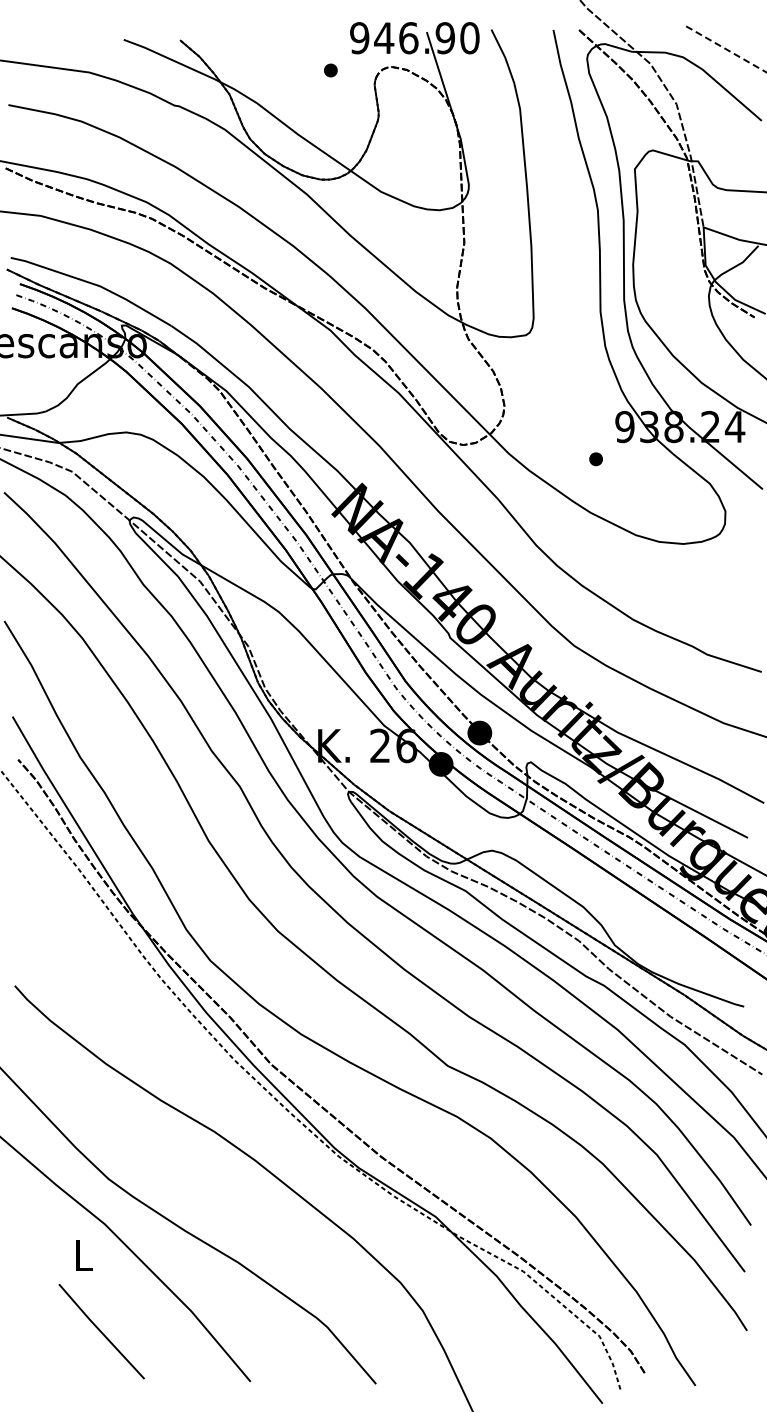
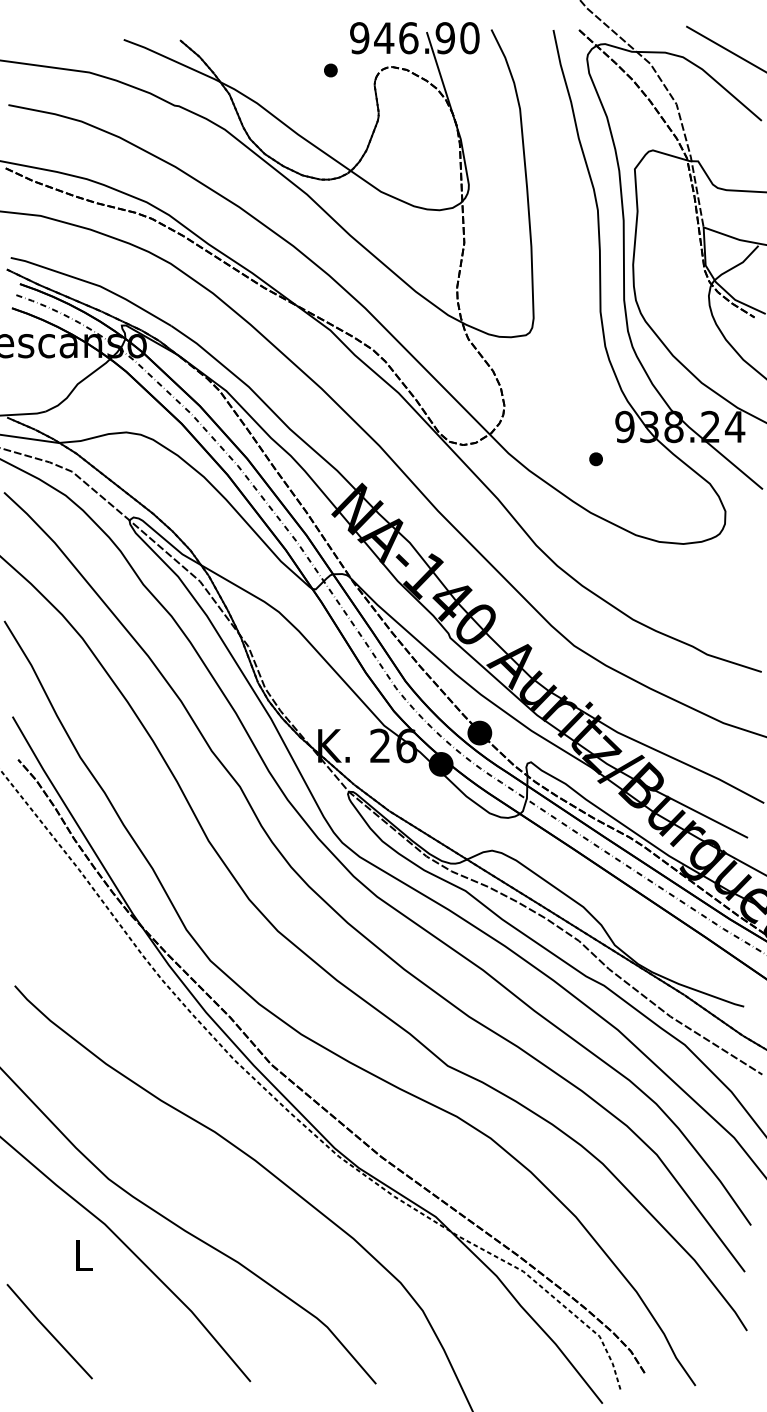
line at (726, 49): dashed -> solid
line at (101, 1331) position: (101, 1331) -> (49, 1331)
